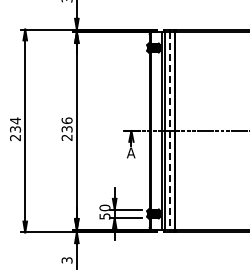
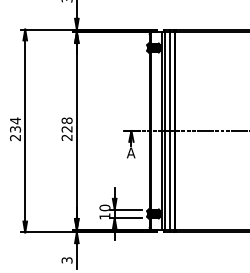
text at (66, 124): 236 -> 228
line at (170, 131): dashed -> solid
text at (104, 216): 50 -> 10
